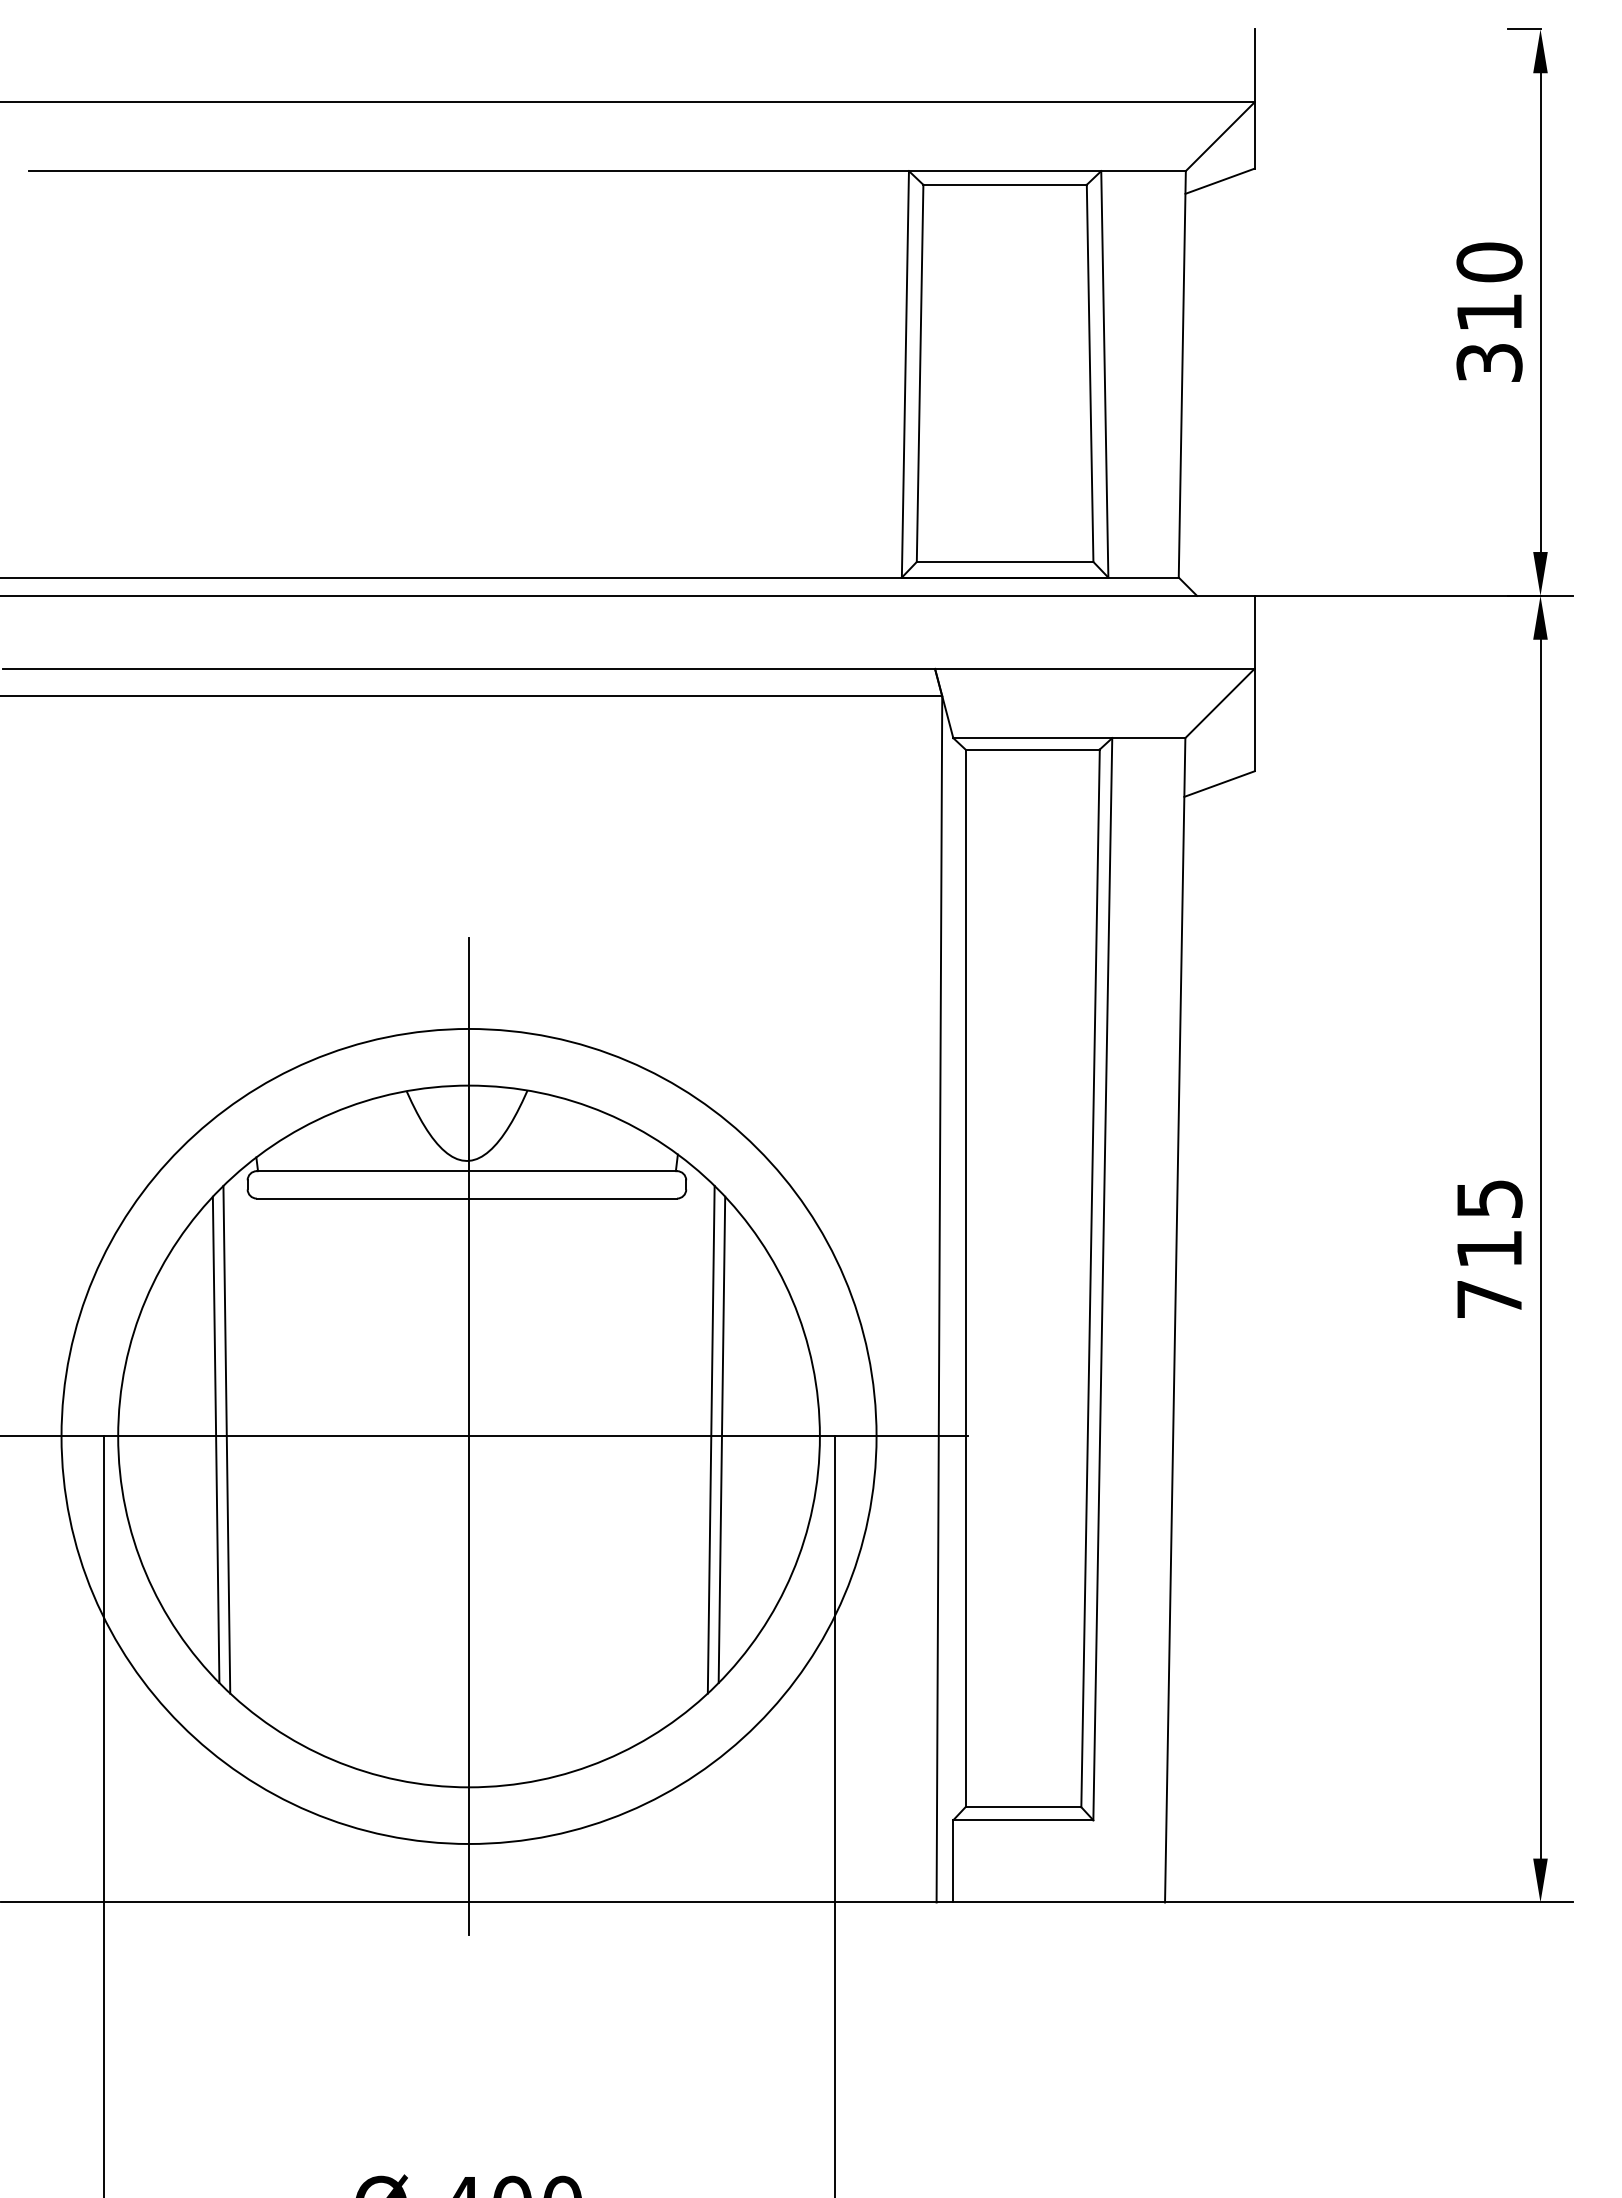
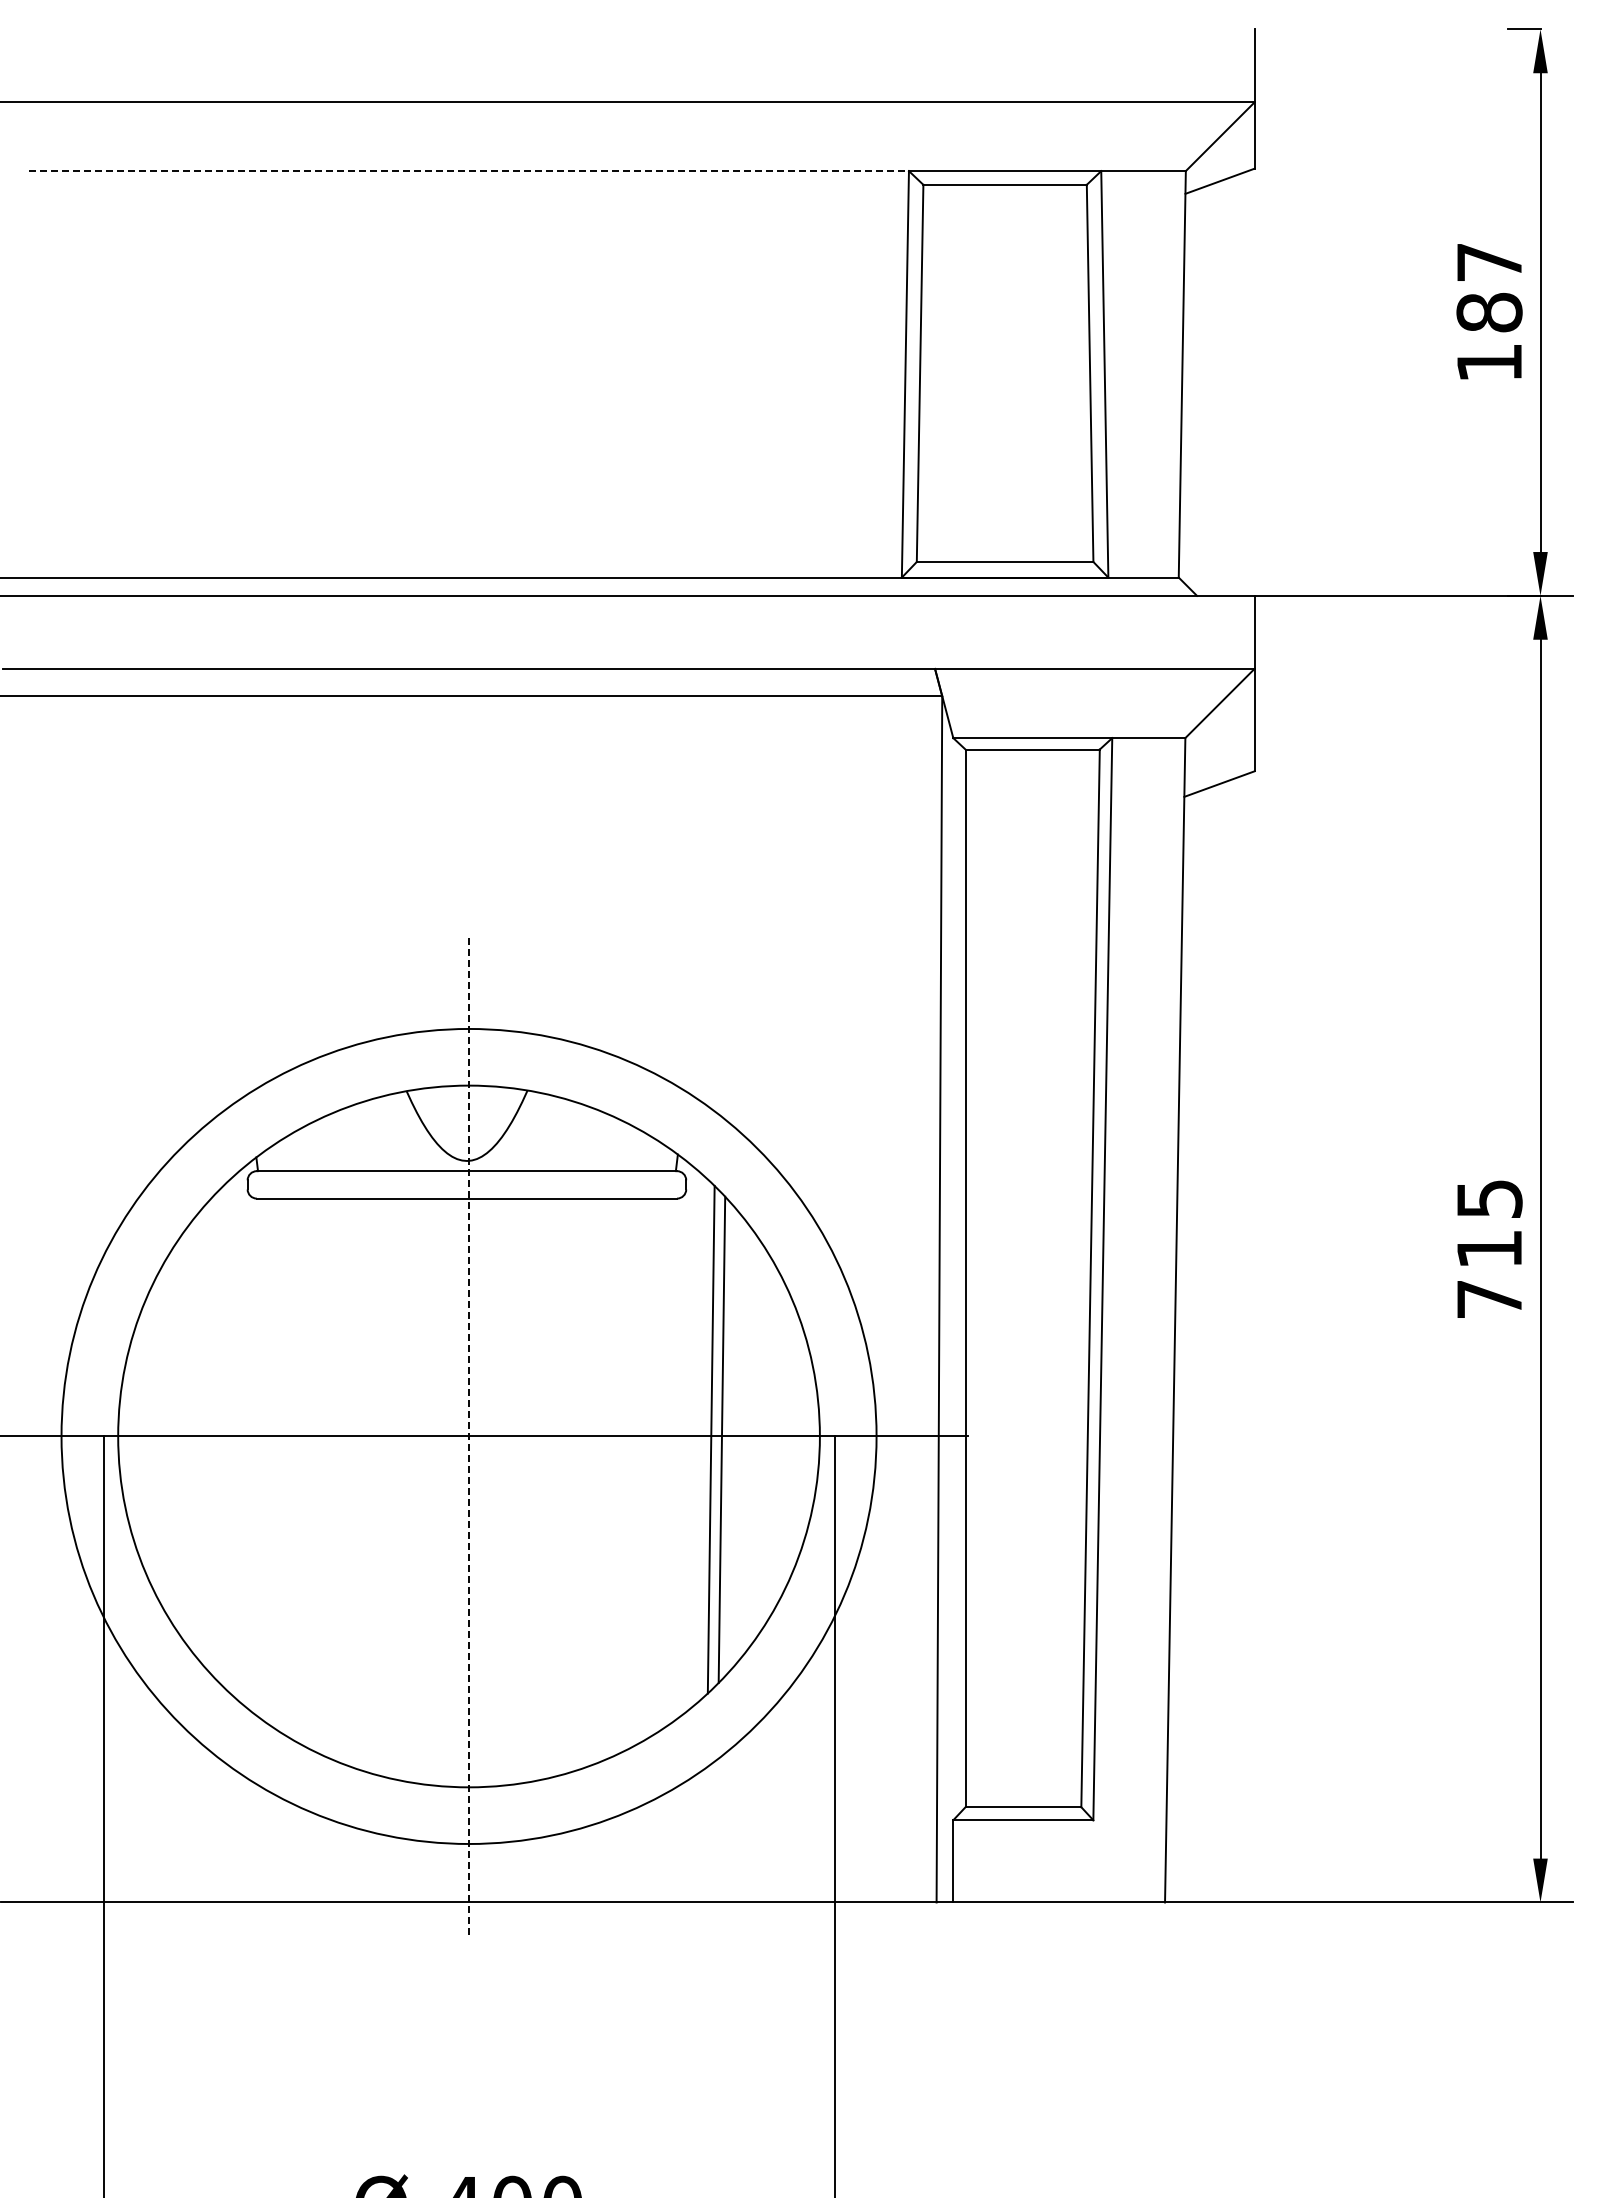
line at (469, 171): solid -> dashed
text at (1489, 311): 310 -> 187
line at (469, 1436): solid -> dashed
line at (215, 1439): present -> none
line at (226, 1439): present -> none
